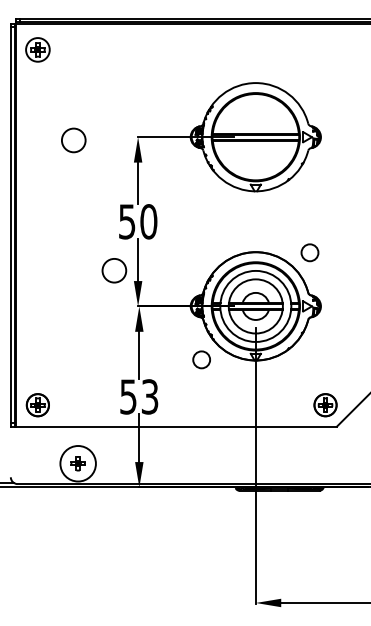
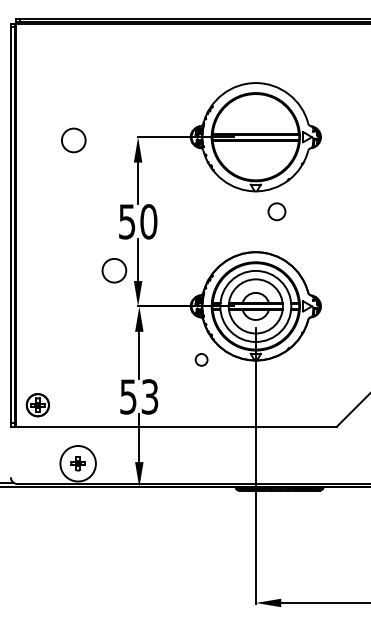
part at (37, 49): present -> none
circle at (309, 252) position: (309, 252) -> (276, 211)
circle at (201, 359) size: 19x20 px -> 15x14 px
part at (325, 405): present -> none
